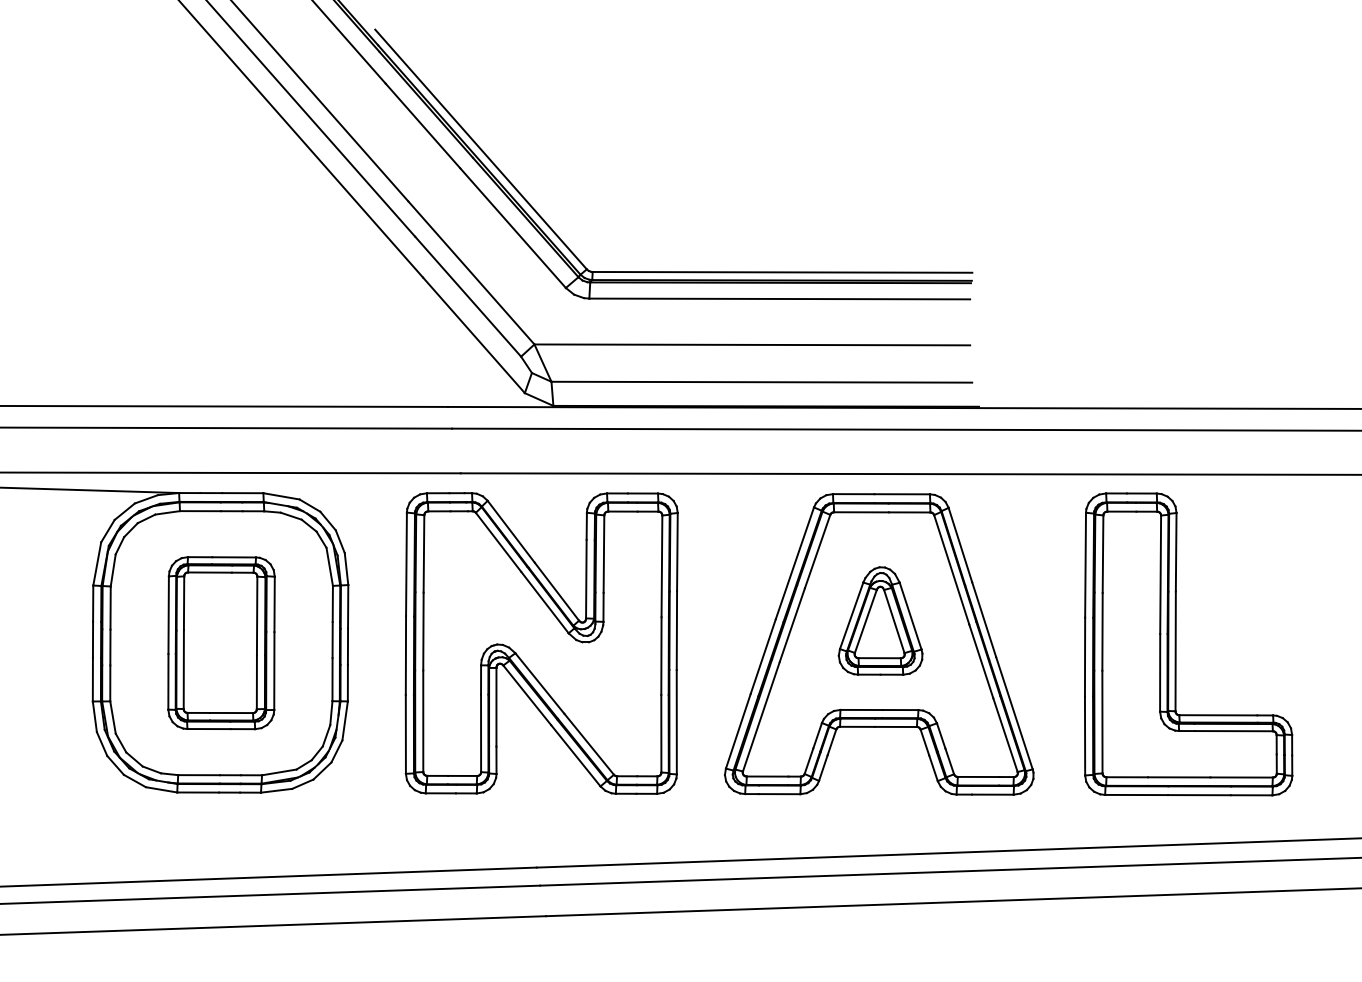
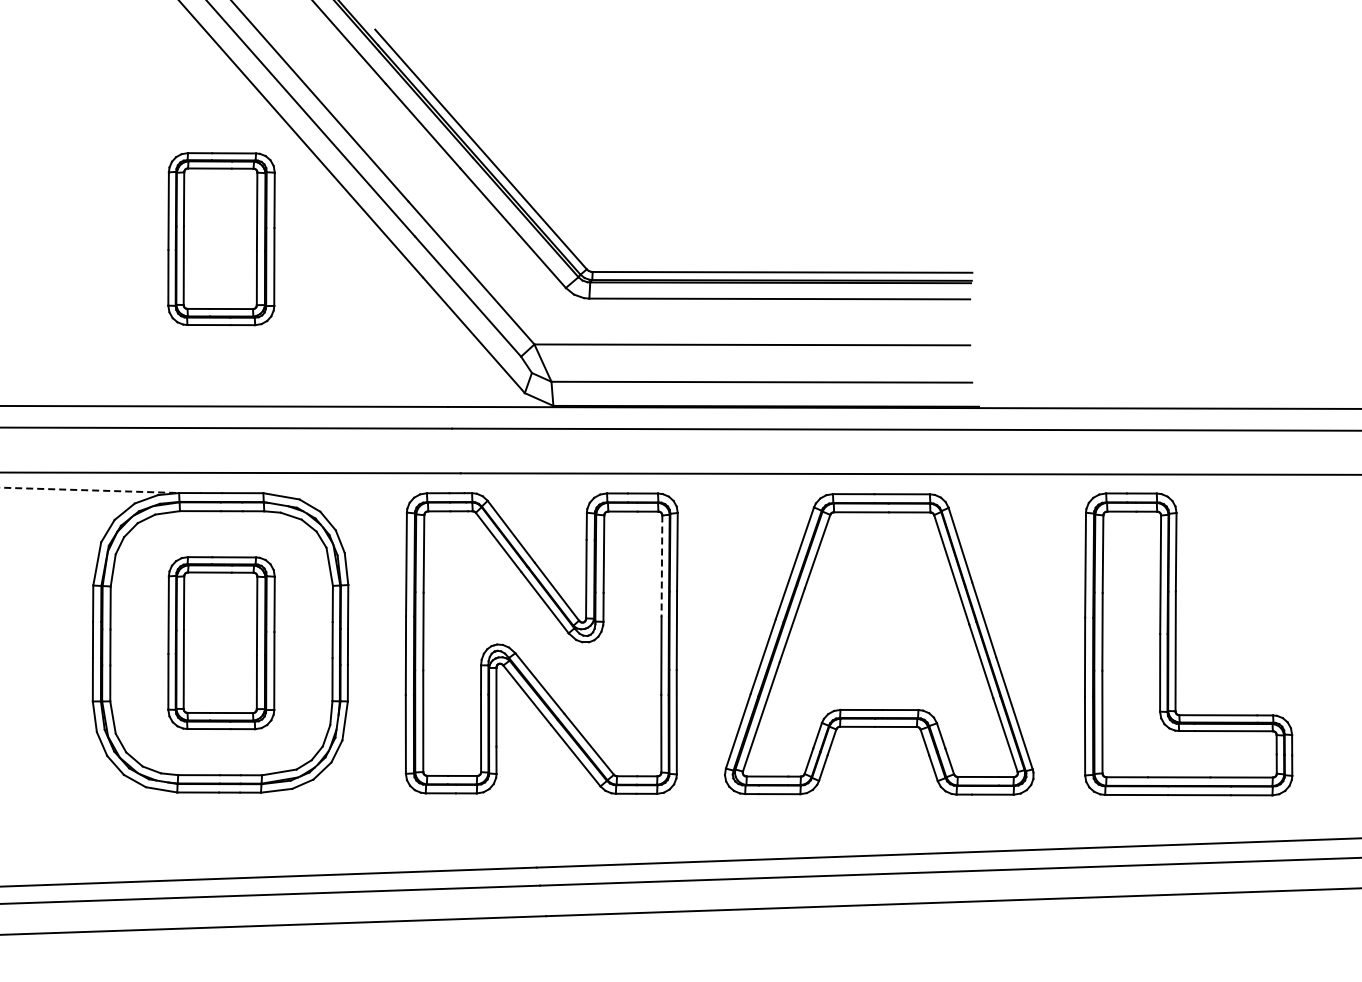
part at (221, 239): none -> present
line at (90, 490): solid -> dashed
line at (661, 566): solid -> dashed
part at (880, 620): present -> none
